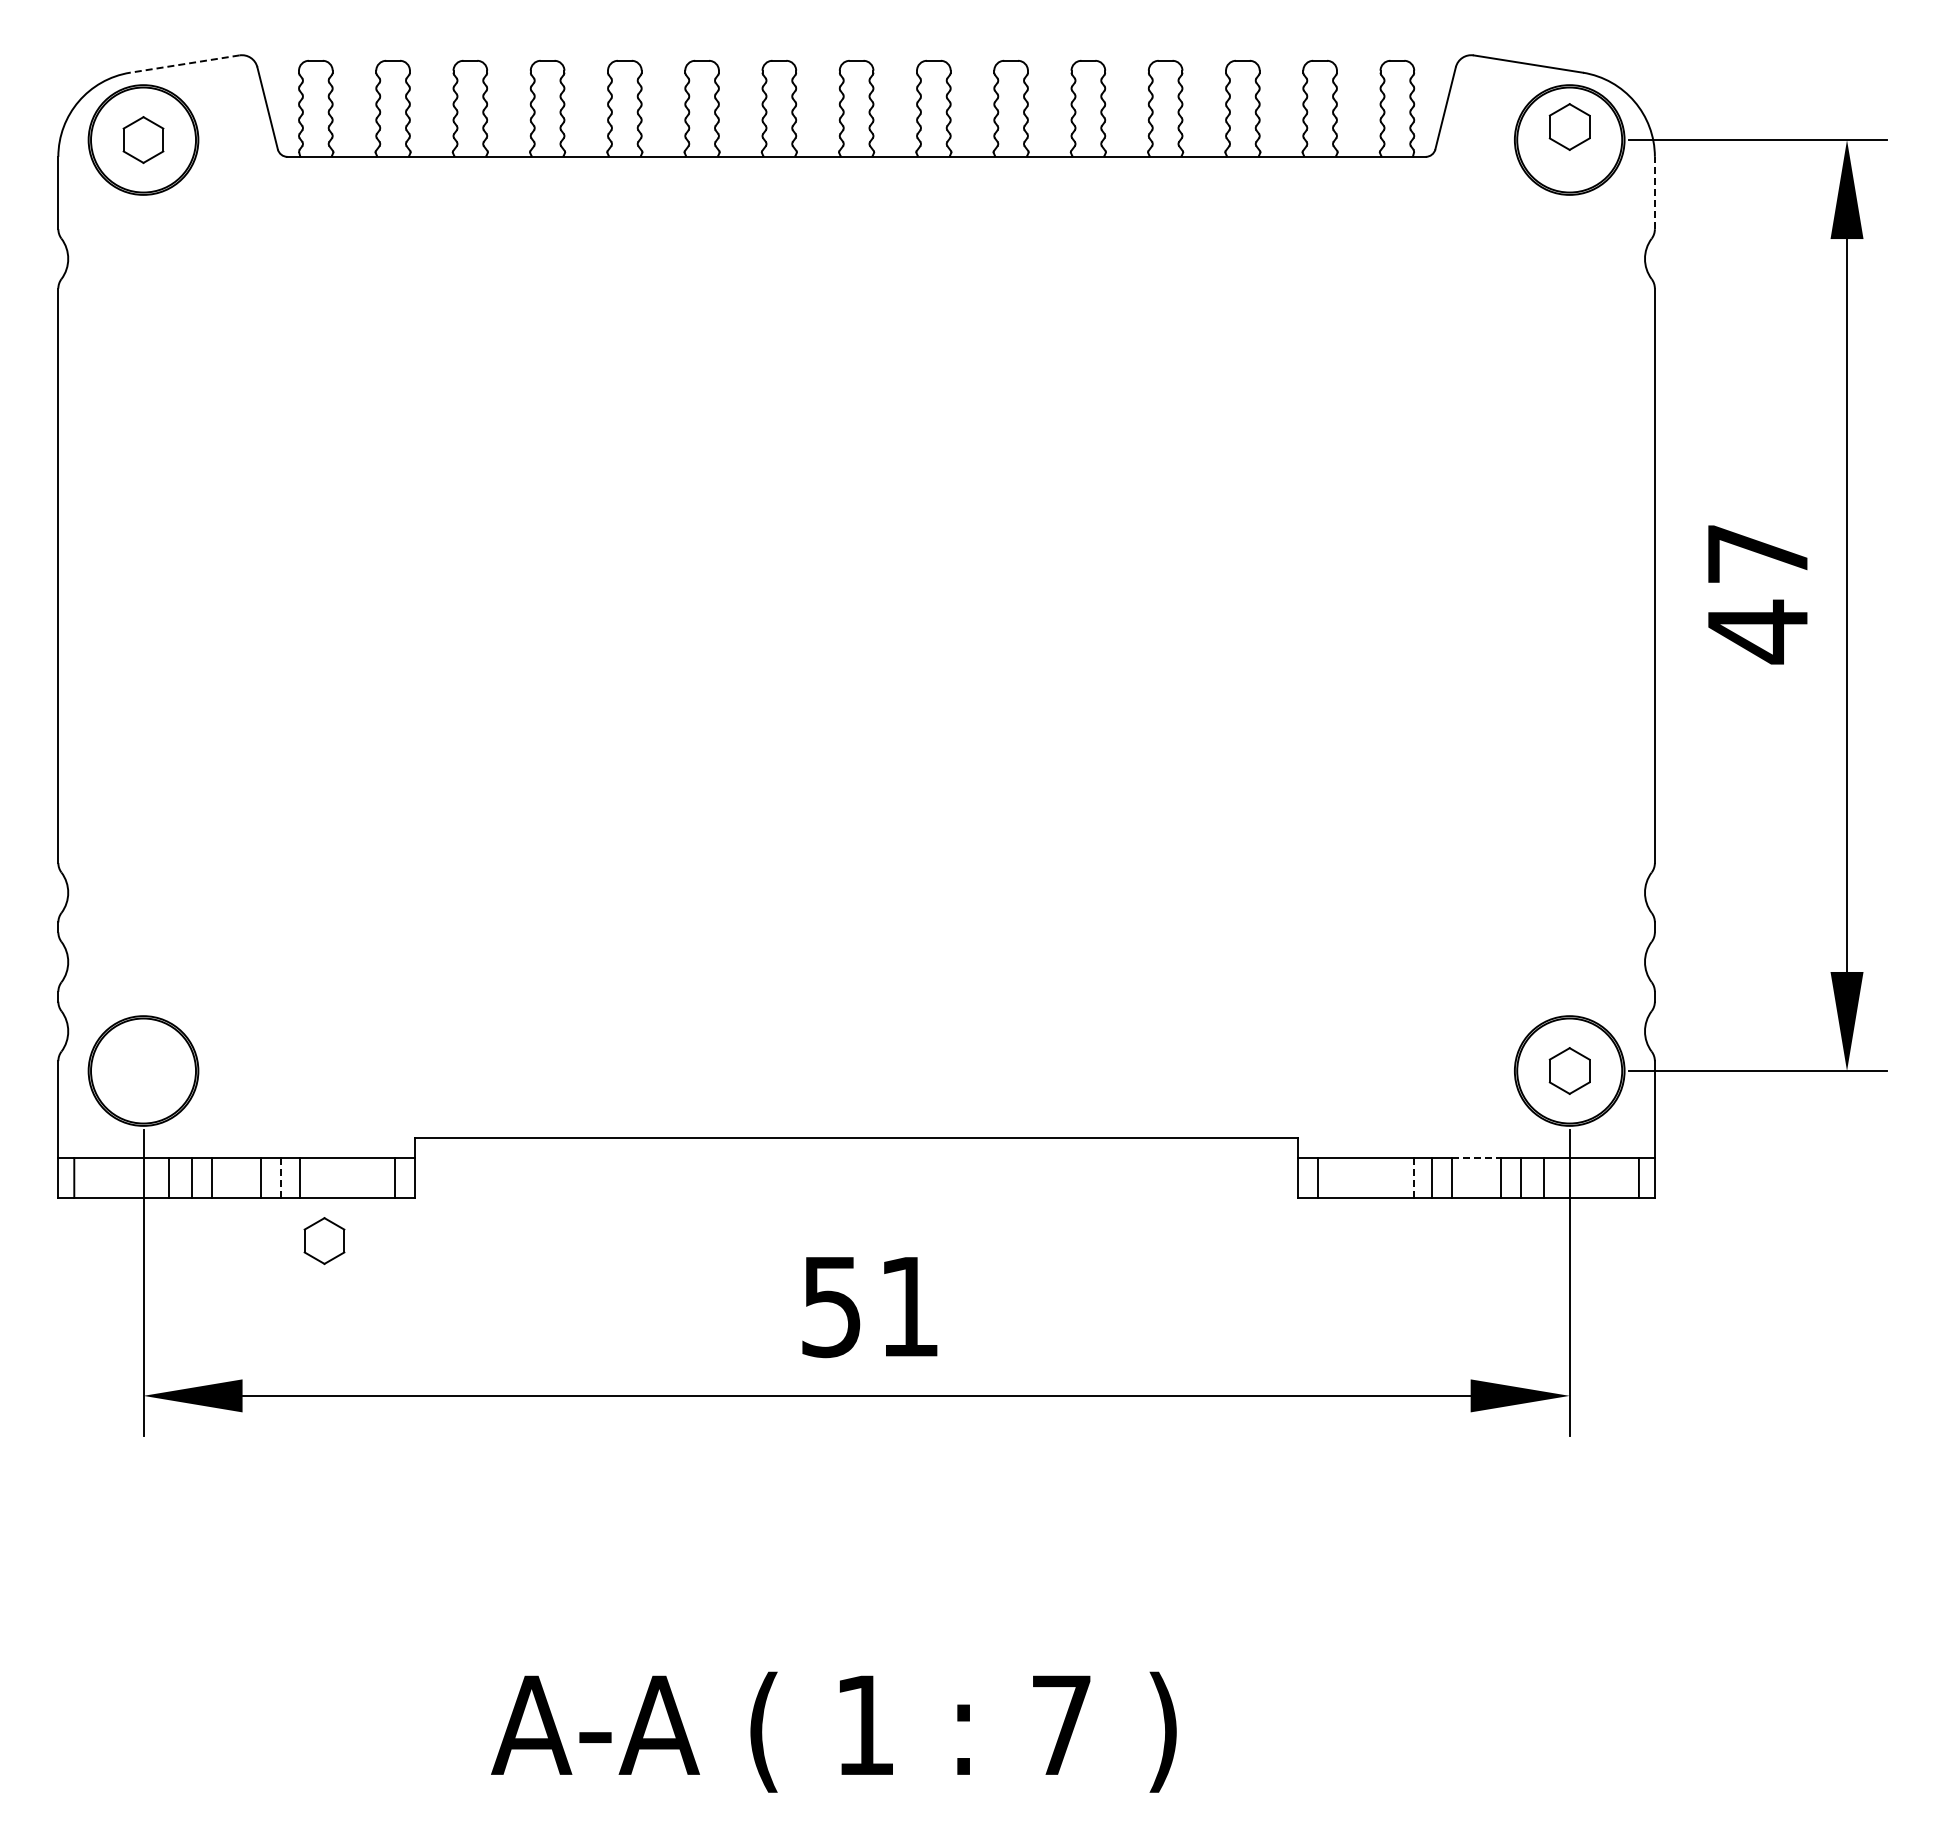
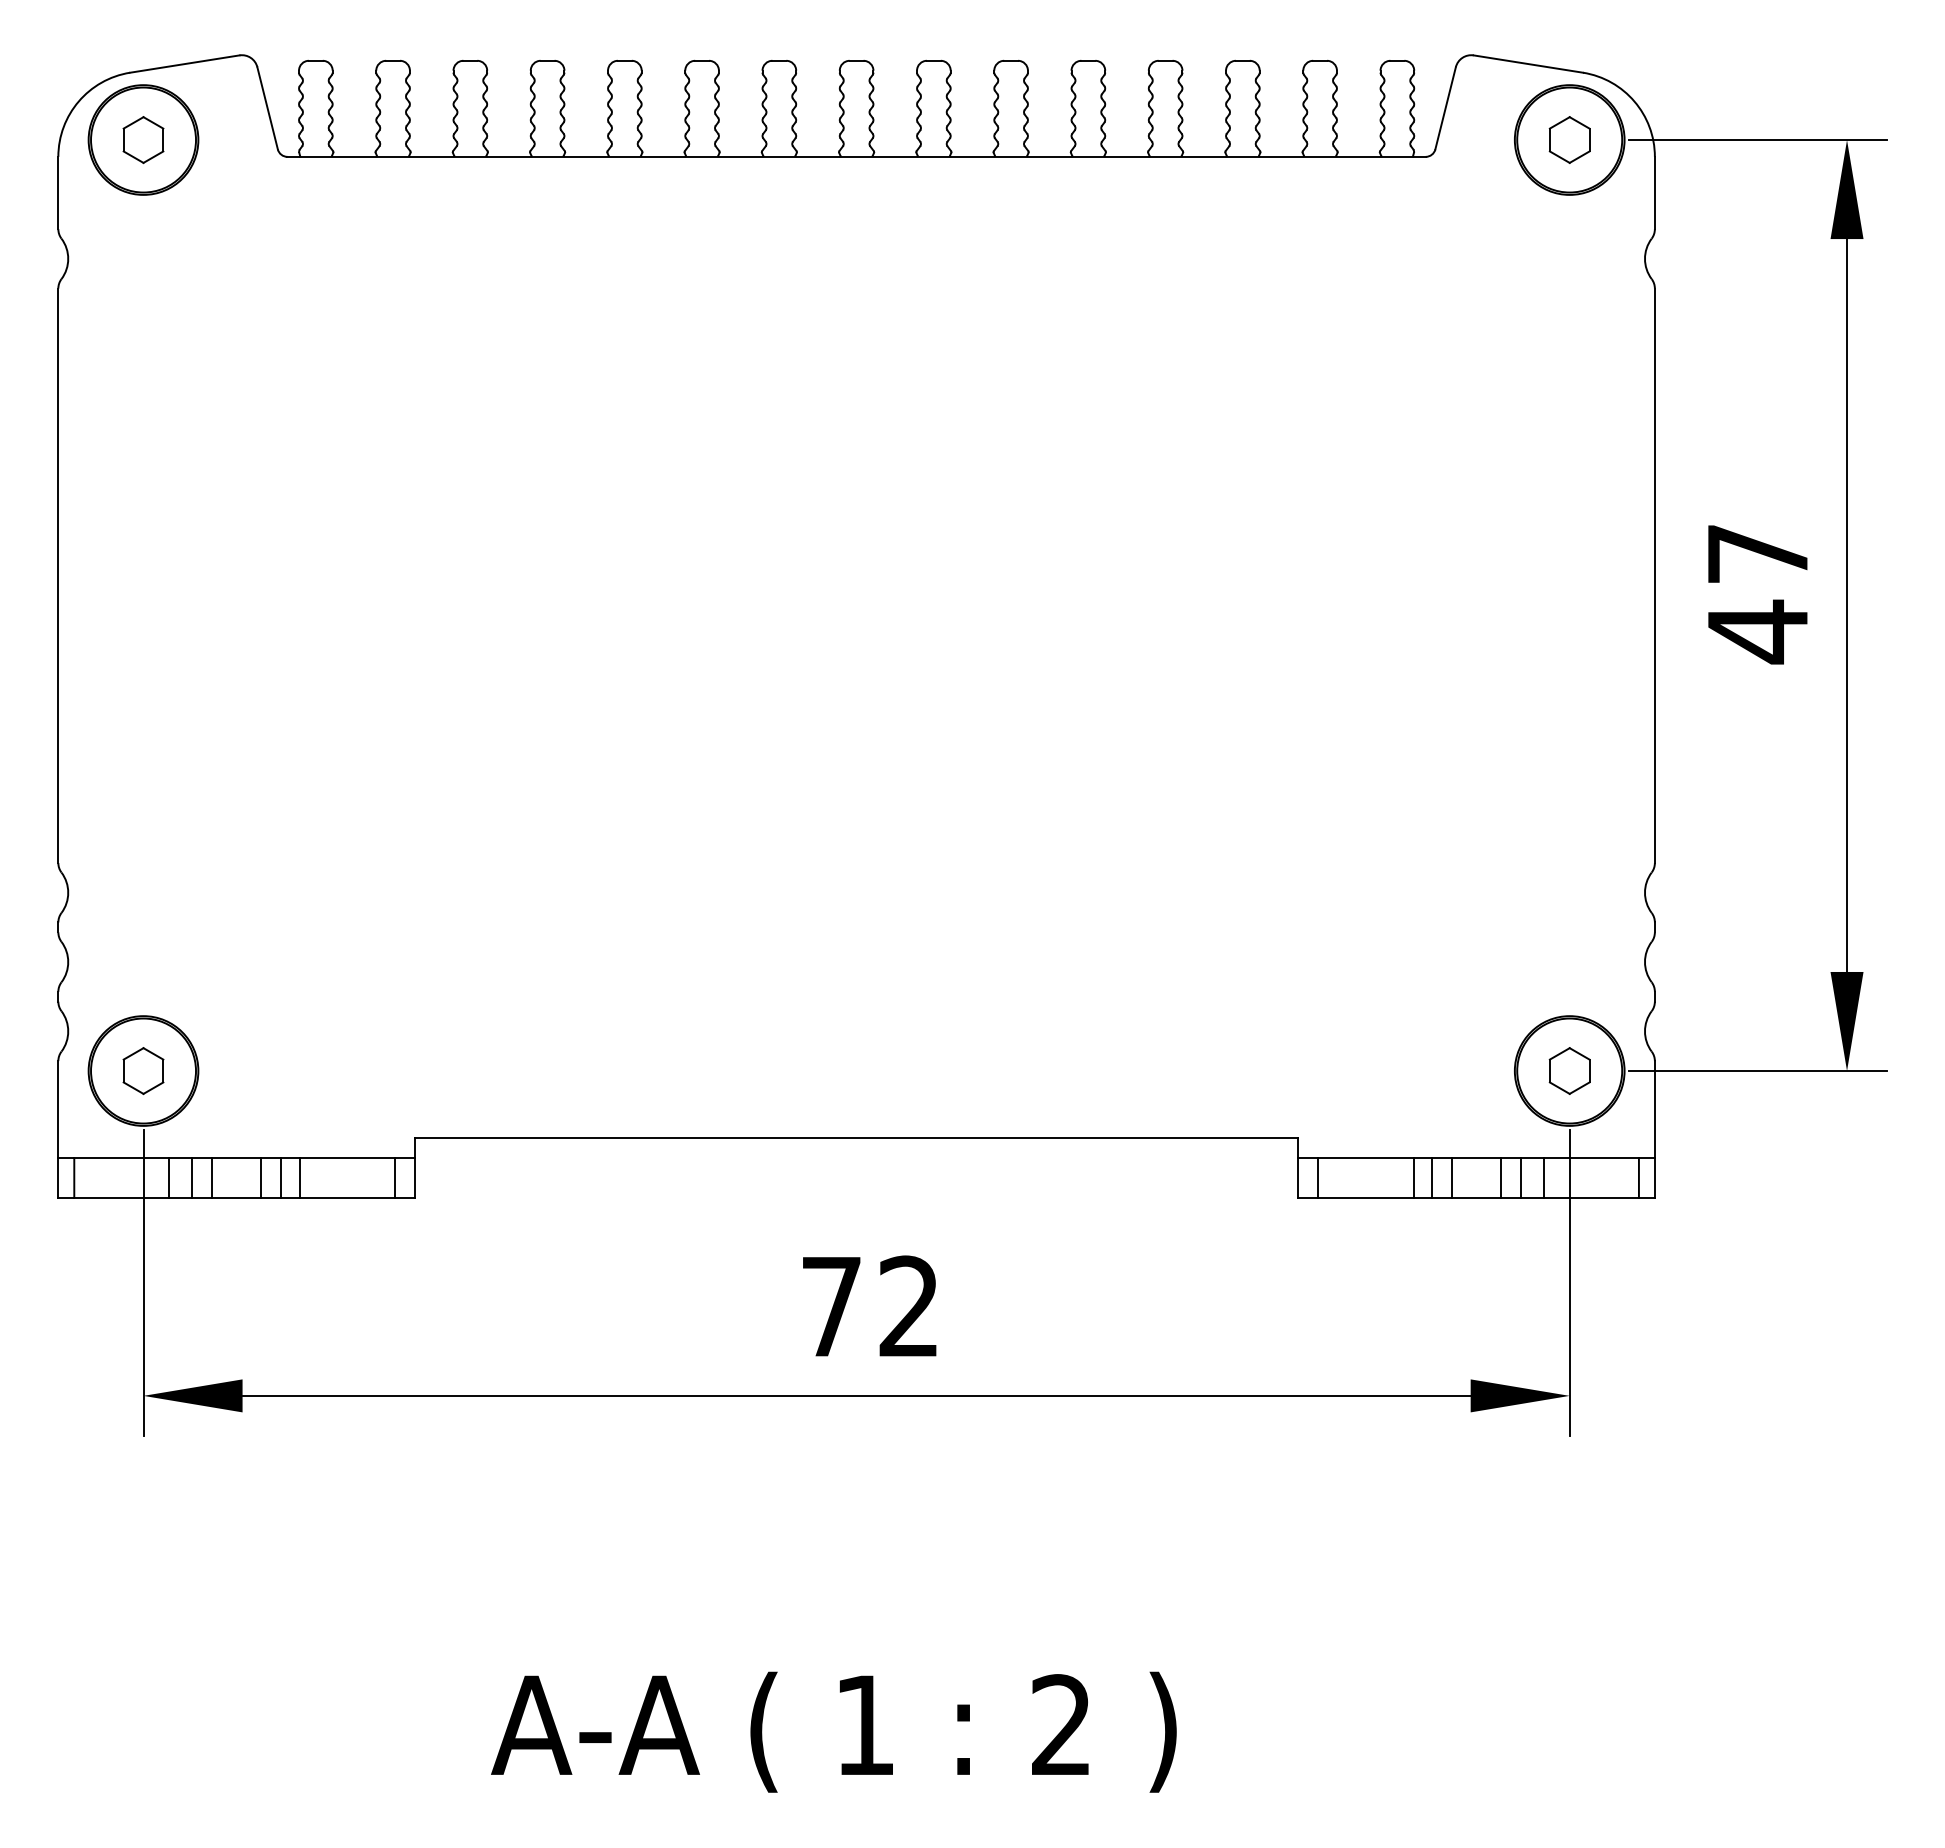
line at (184, 64): dashed -> solid
part at (1569, 126) position: (1569, 126) -> (1569, 139)
line at (1654, 192): dashed -> solid
line at (1476, 1158): dashed -> solid
line at (281, 1178): dashed -> solid
line at (1413, 1178): dashed -> solid
part at (324, 1240) position: (324, 1240) -> (143, 1070)
text at (869, 1306): 51 -> 72
text at (1061, 1724): 7 -> 2
